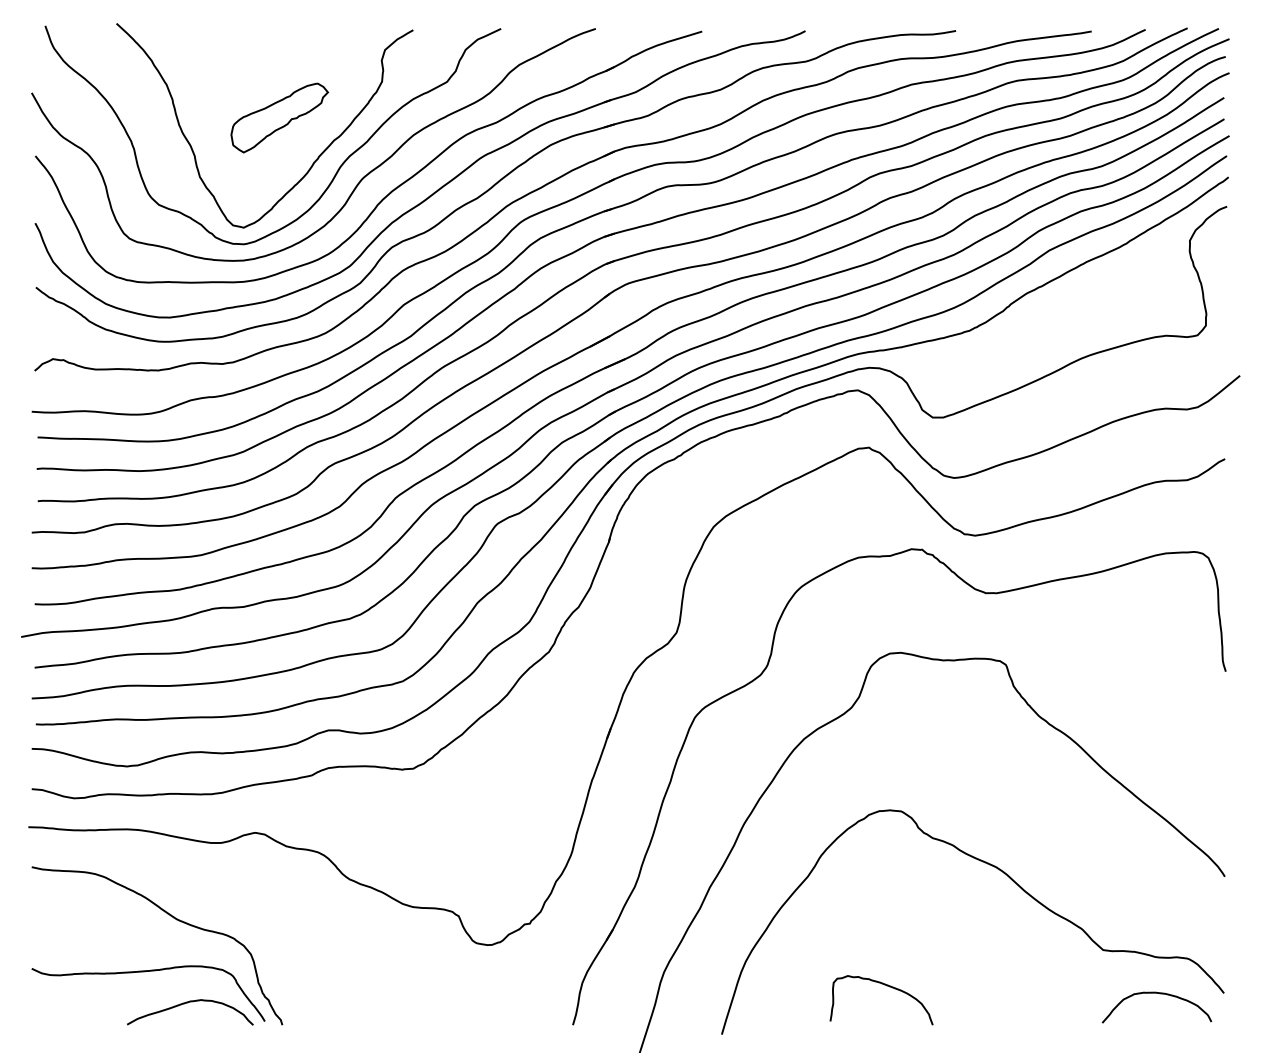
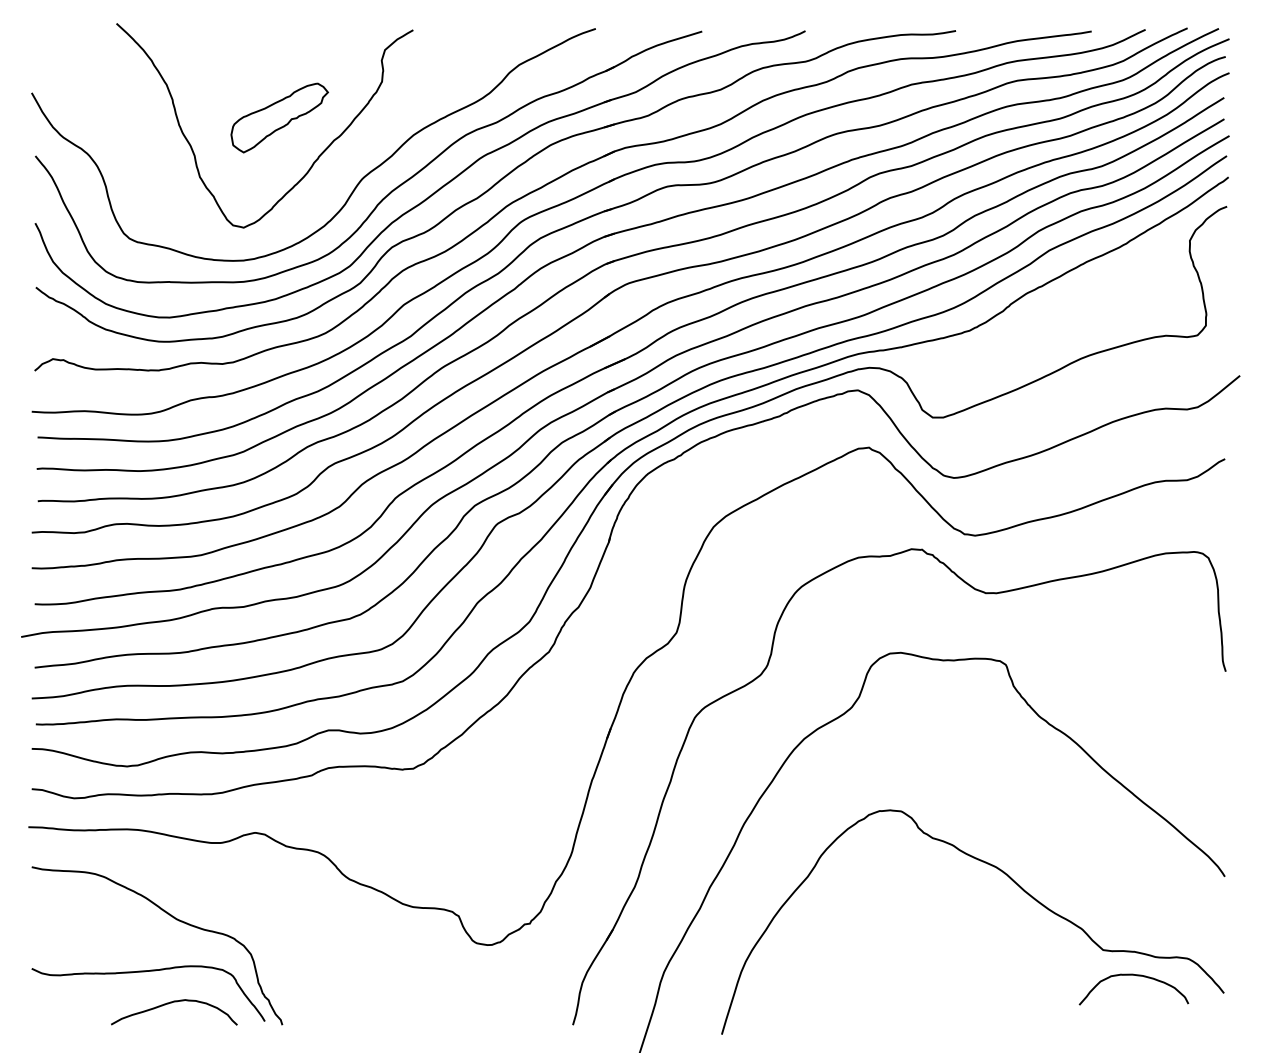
curve at (337, 169): present -> none
curve at (887, 986): present -> none
curve at (1159, 994) position: (1159, 994) -> (1136, 976)
curve at (187, 1003) position: (187, 1003) -> (171, 1003)
